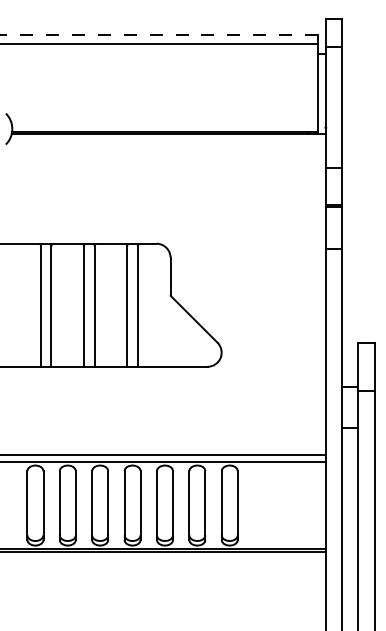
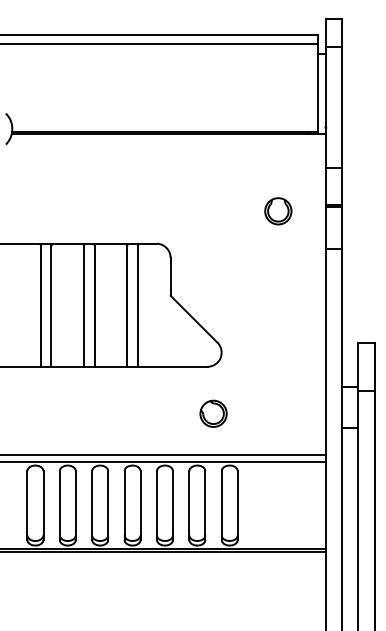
line at (159, 35): dashed -> solid
part at (278, 211): none -> present
part at (213, 413): none -> present
